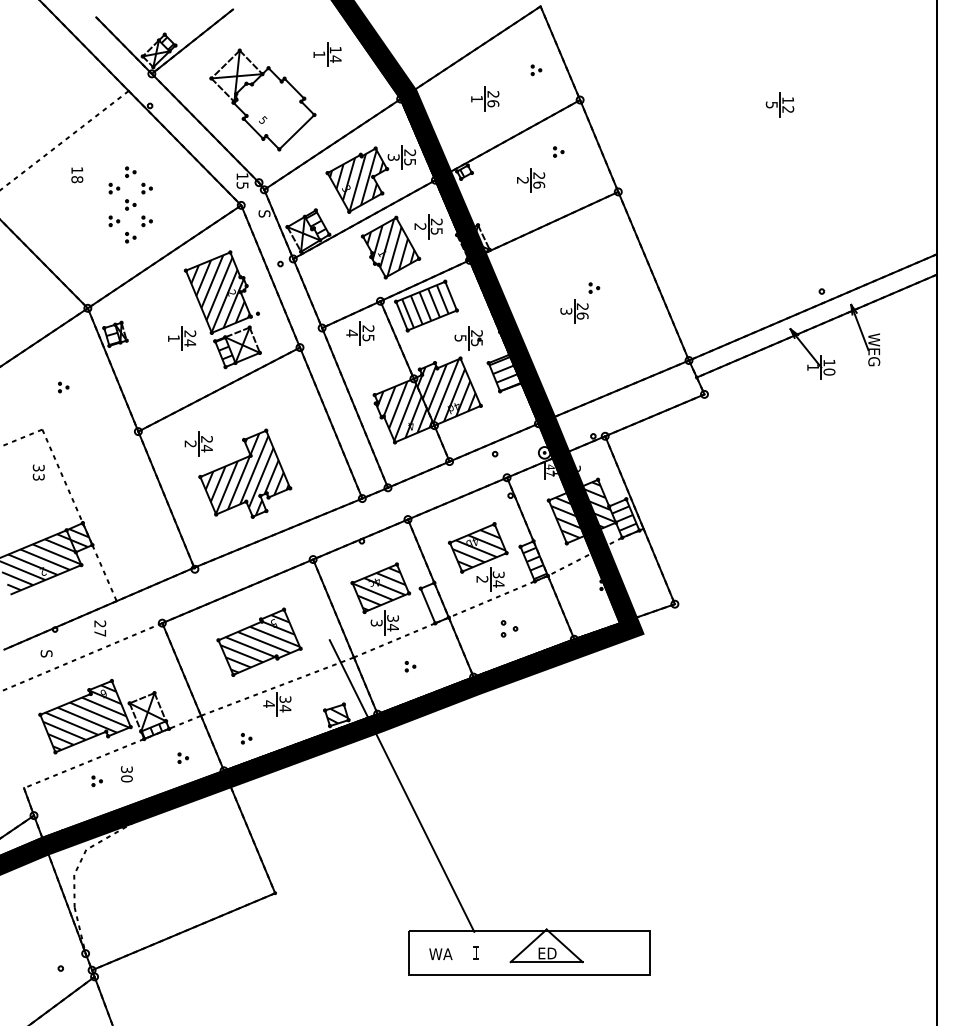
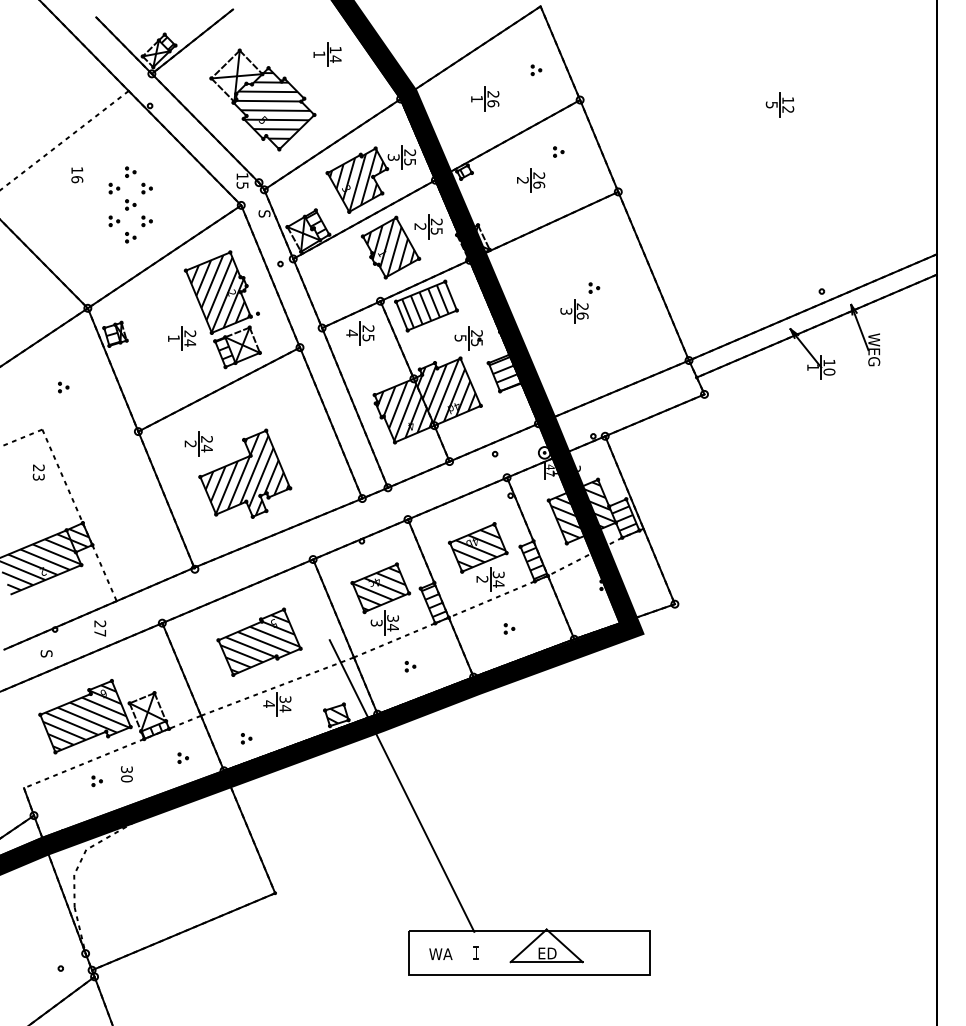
hatch at (272, 110): none -> present
text at (77, 179): 18 -> 16
text at (38, 467): 33 -> 23
hatch at (433, 601): none -> present
part at (509, 628) size: 19x18 px -> 13x12 px
line at (82, 656): none -> present
